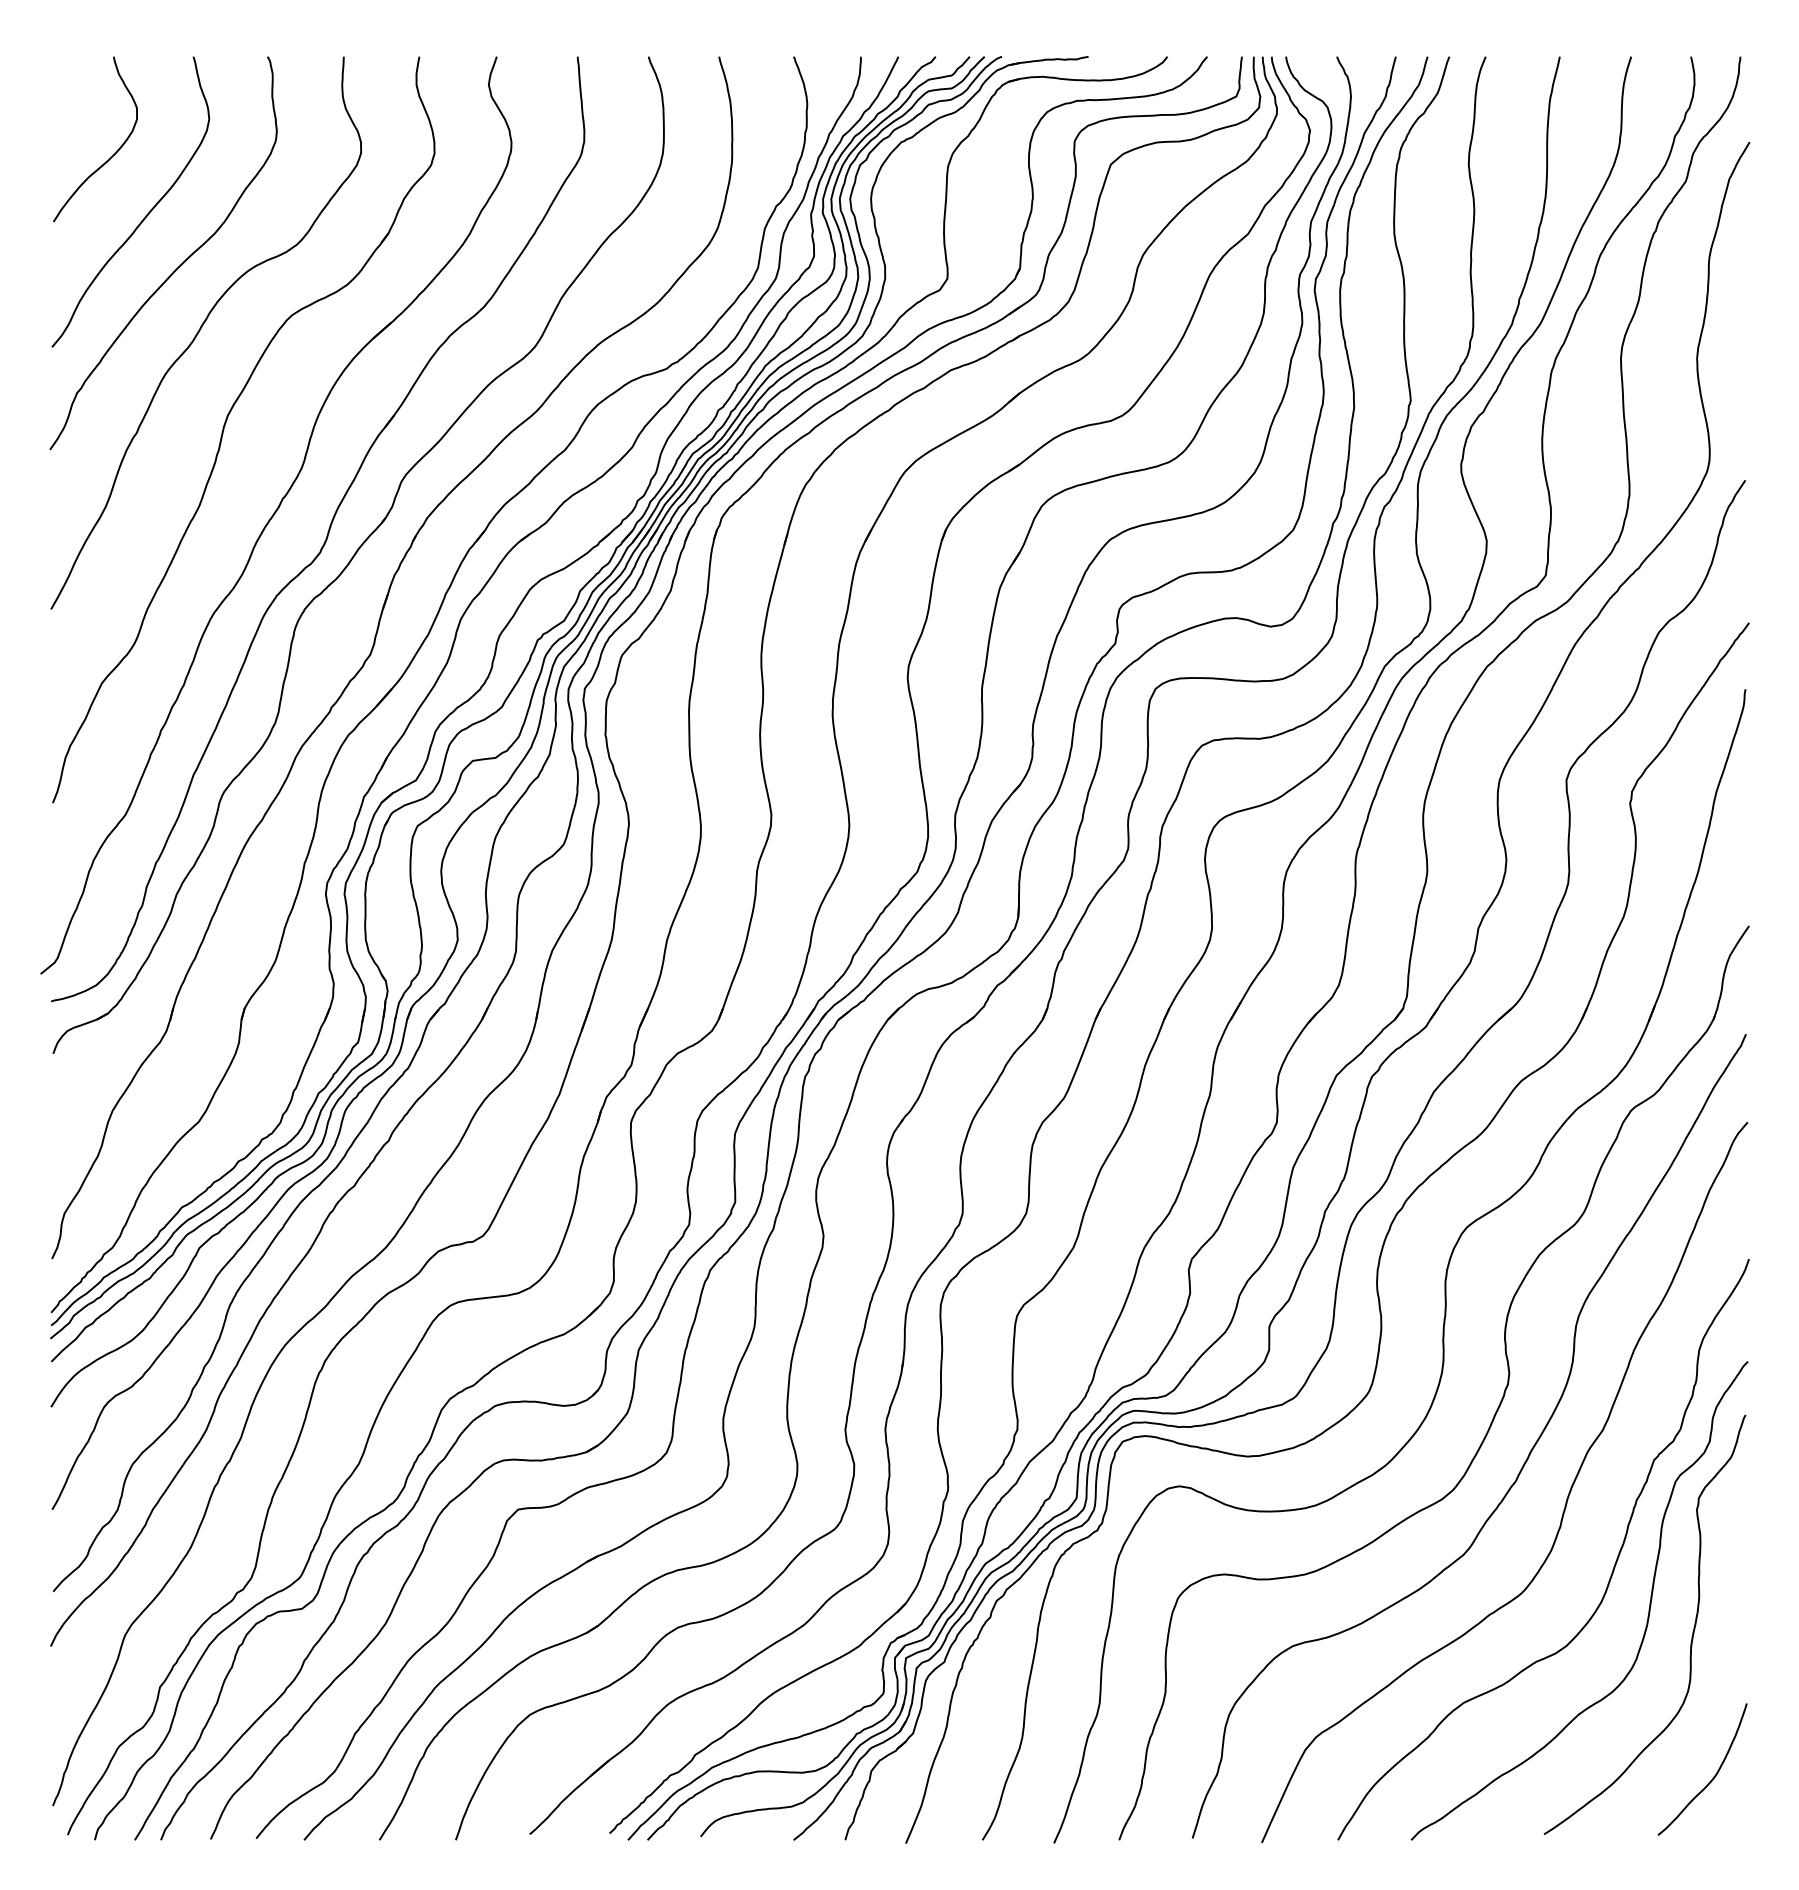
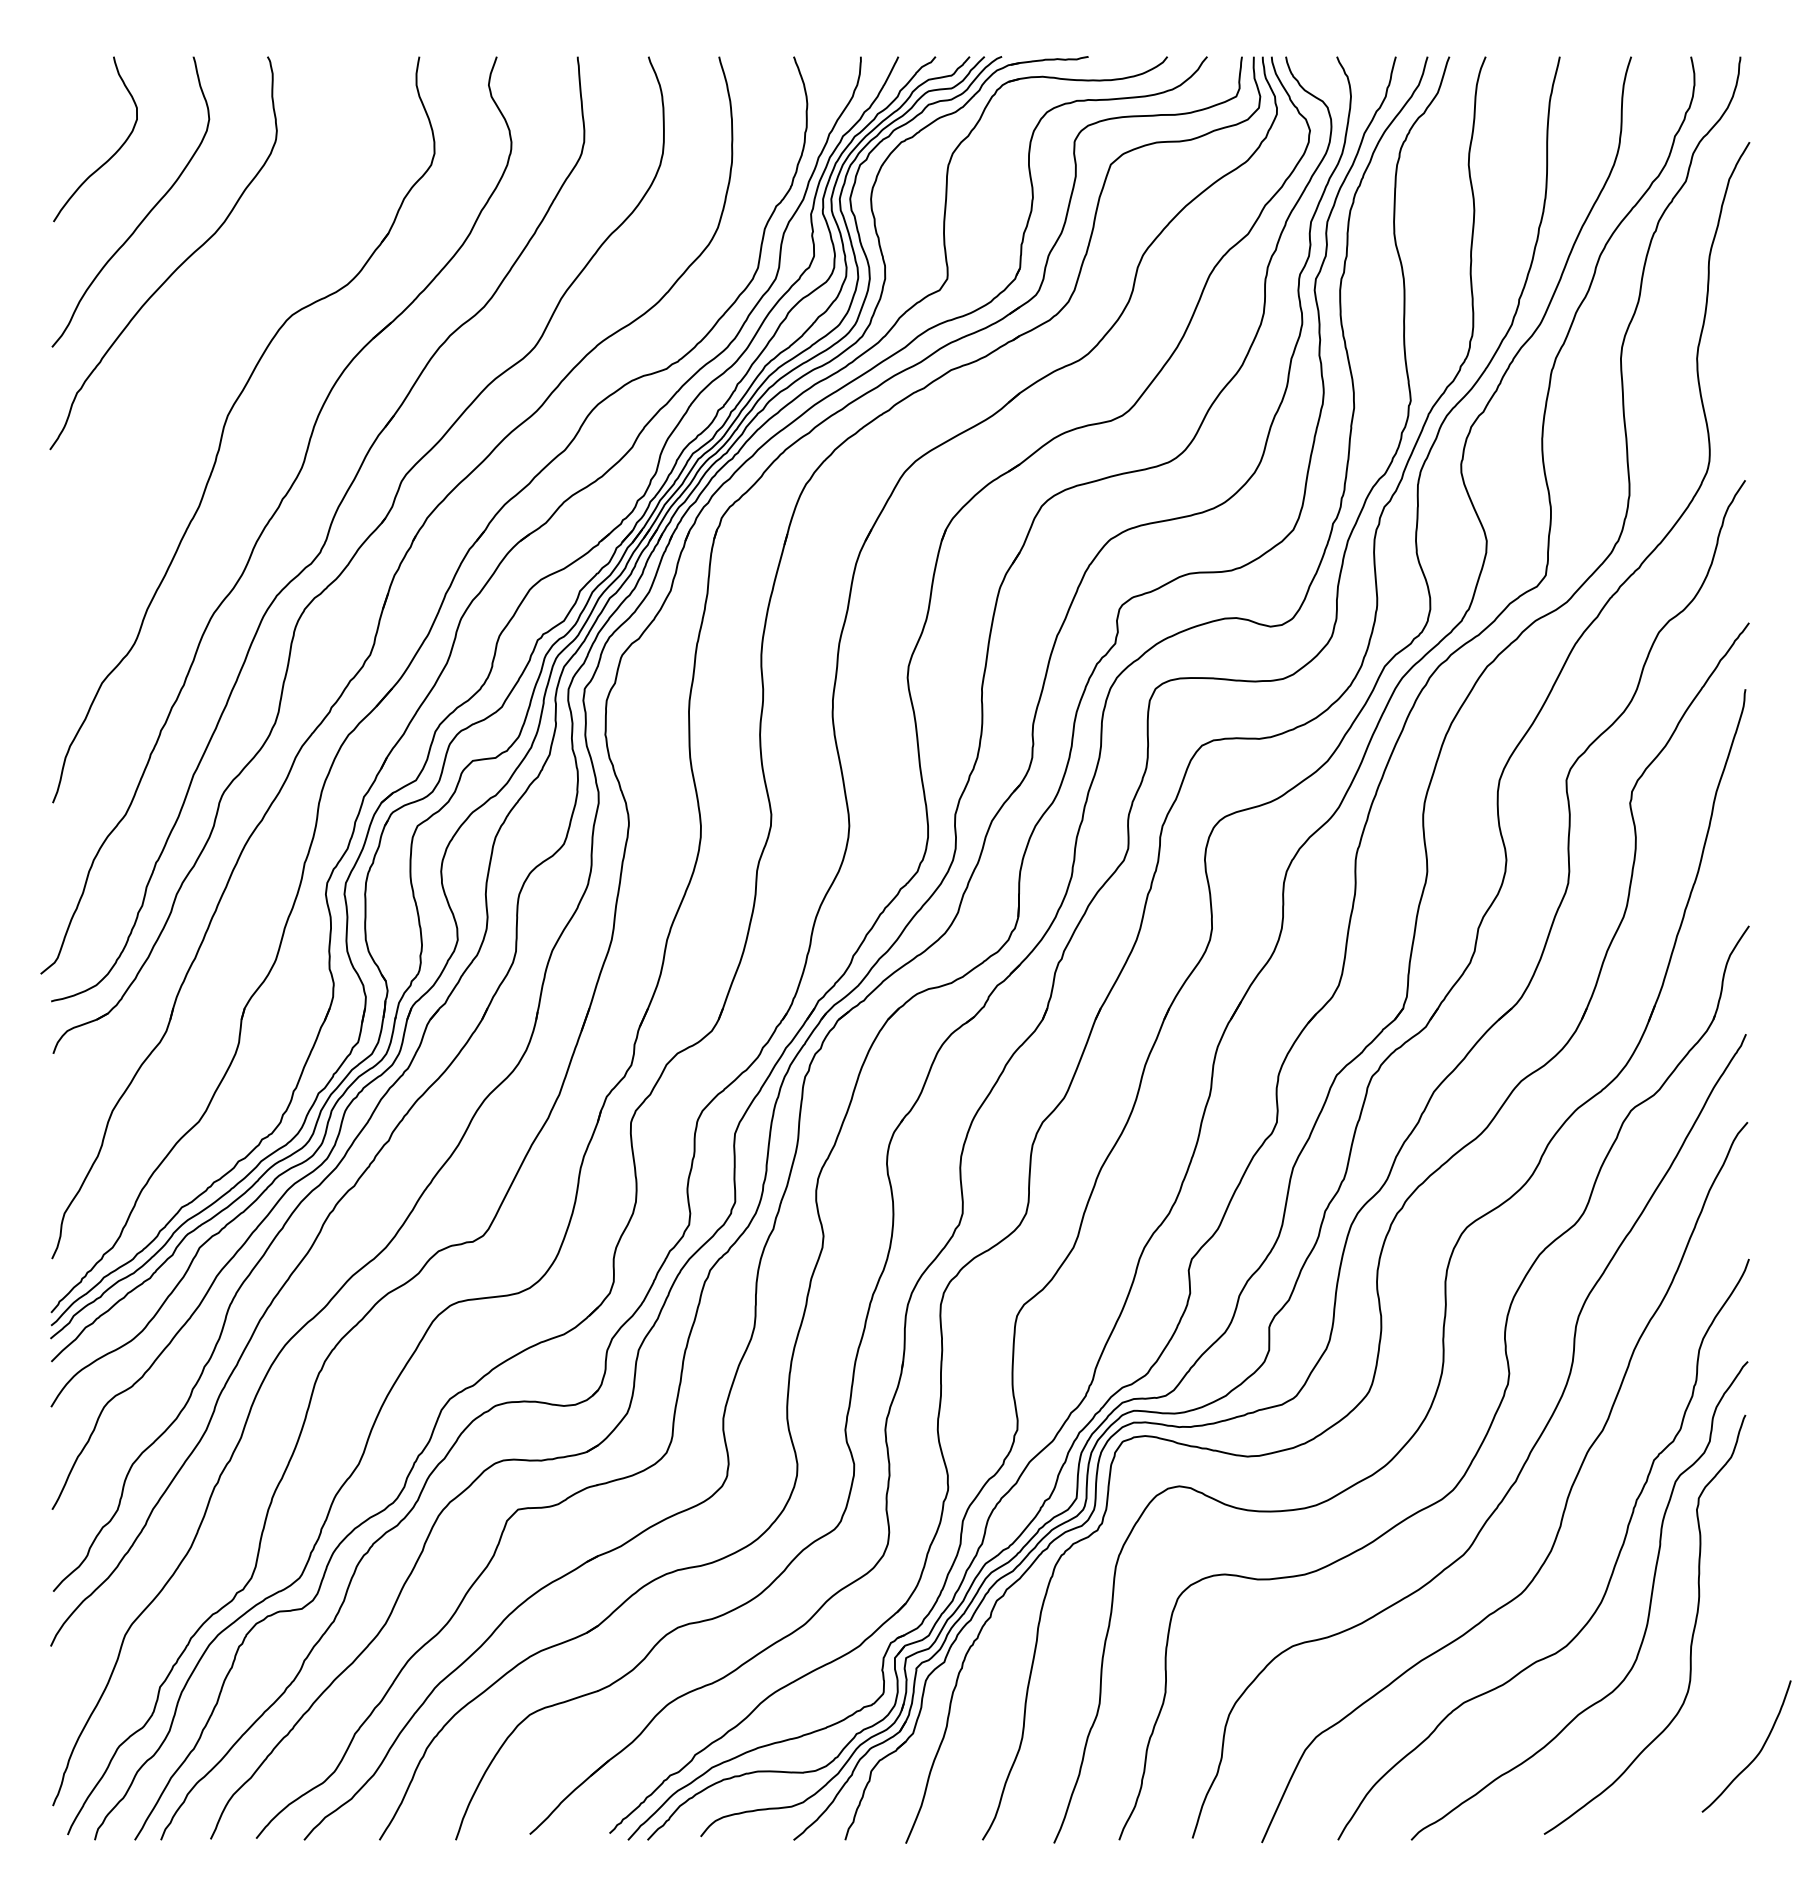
curve at (200, 330): present -> none
curve at (1713, 1776) position: (1713, 1776) -> (1757, 1753)
